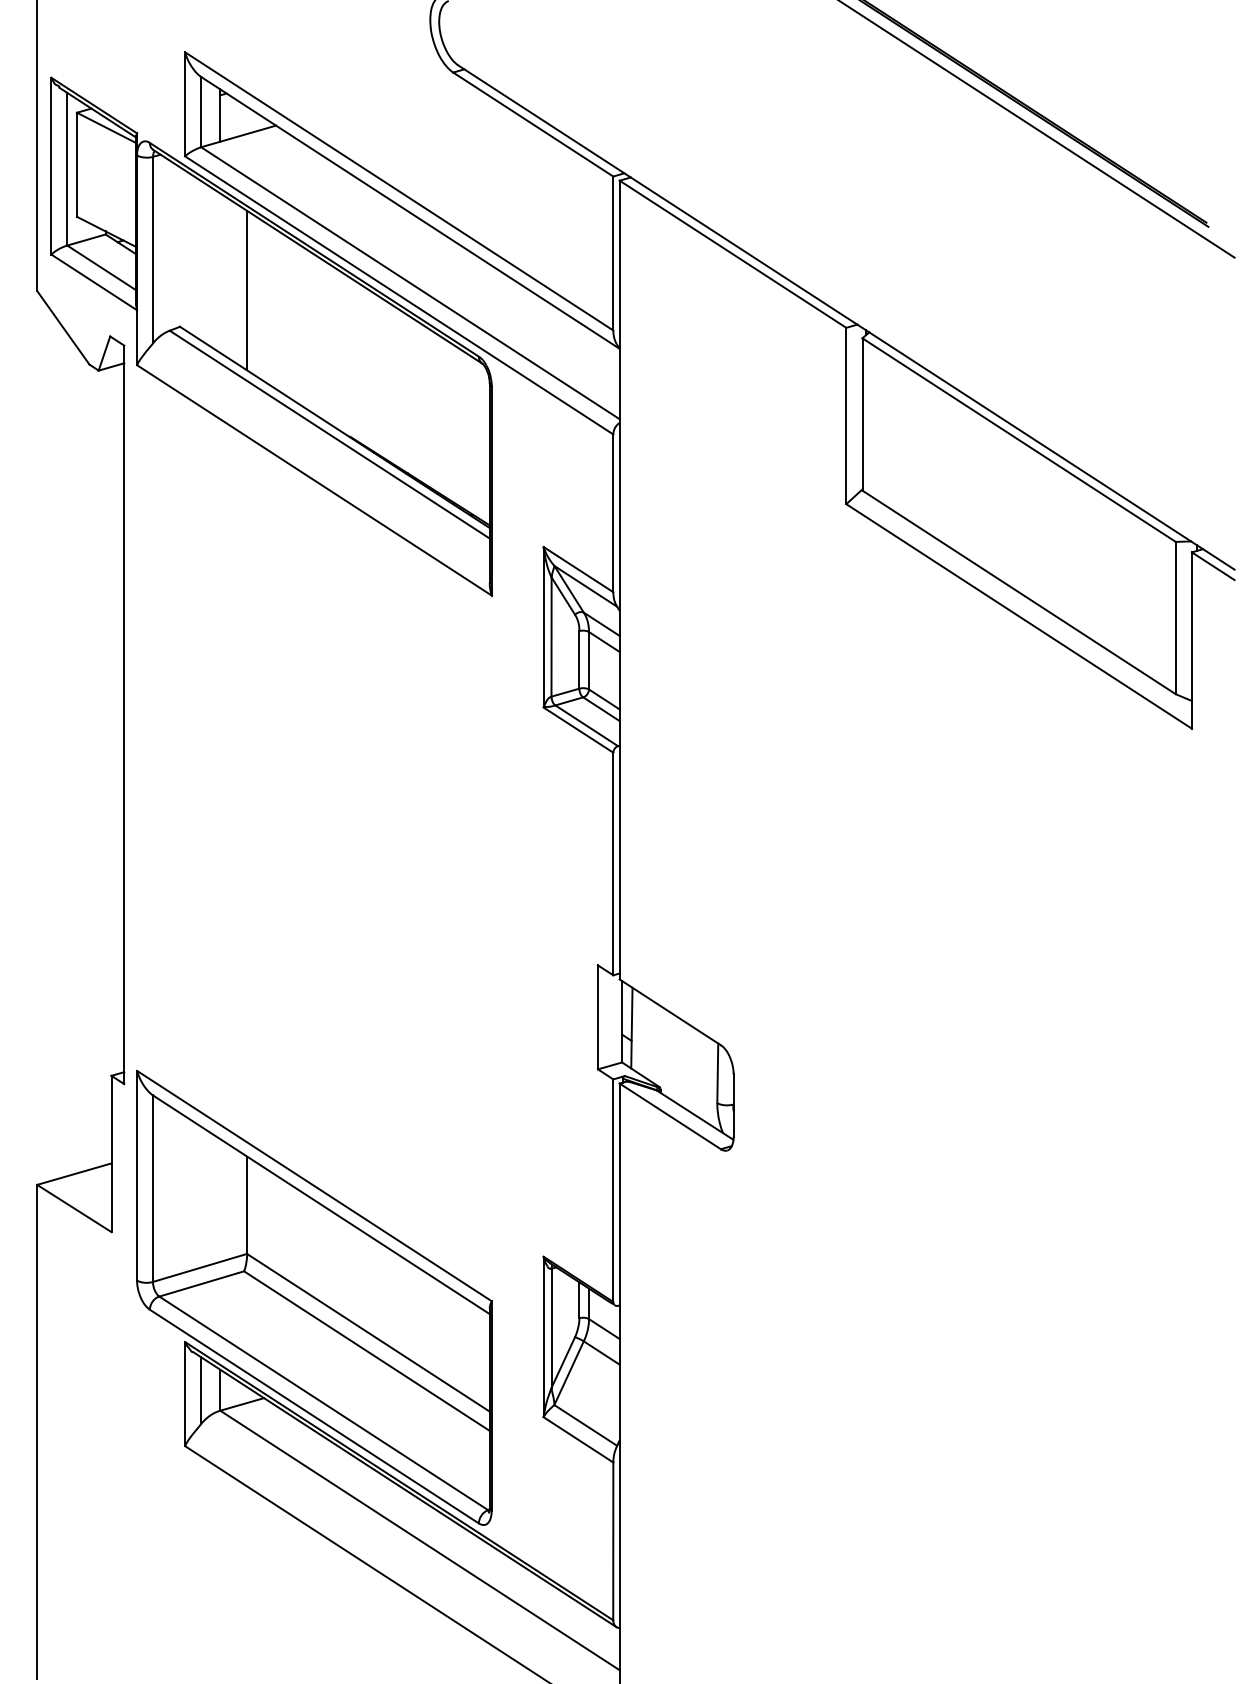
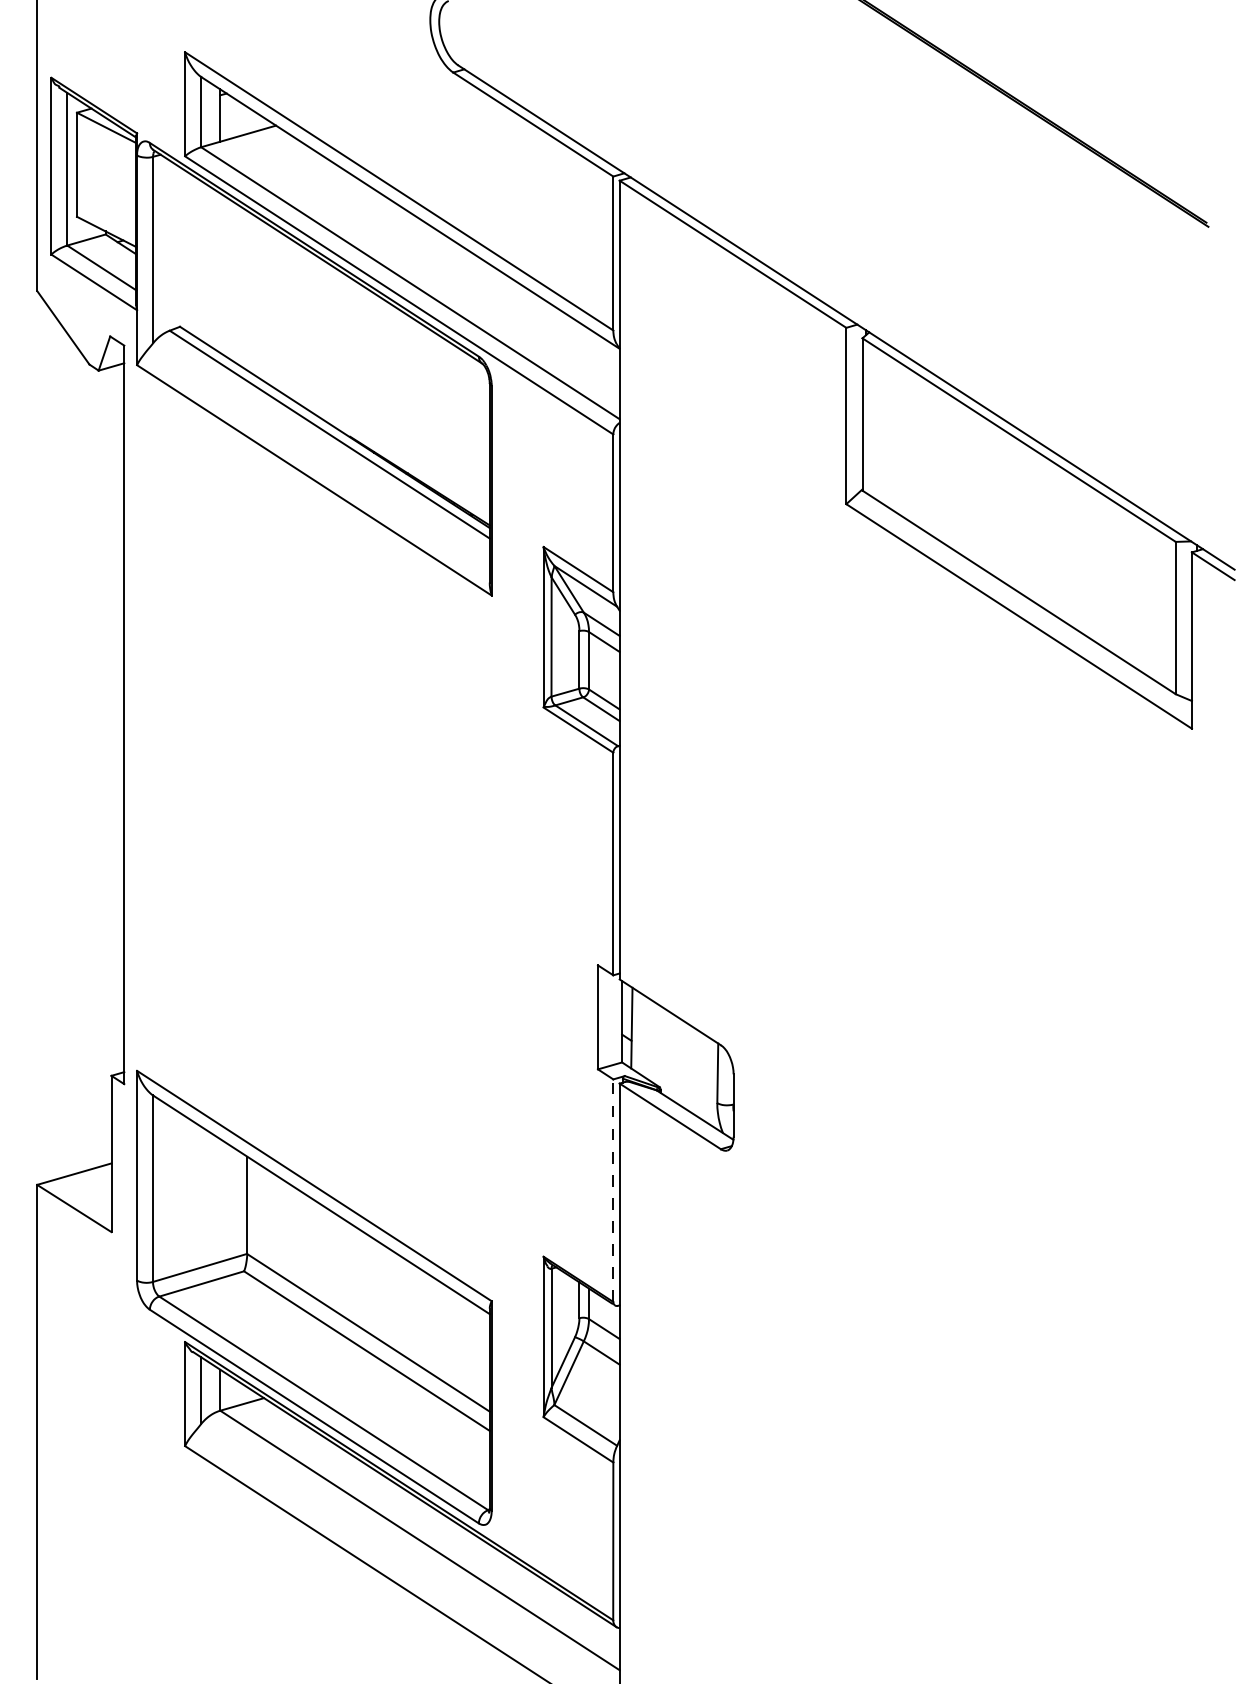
line at (1037, 129): present -> none
line at (247, 290): present -> none
line at (613, 1190): solid -> dashed
